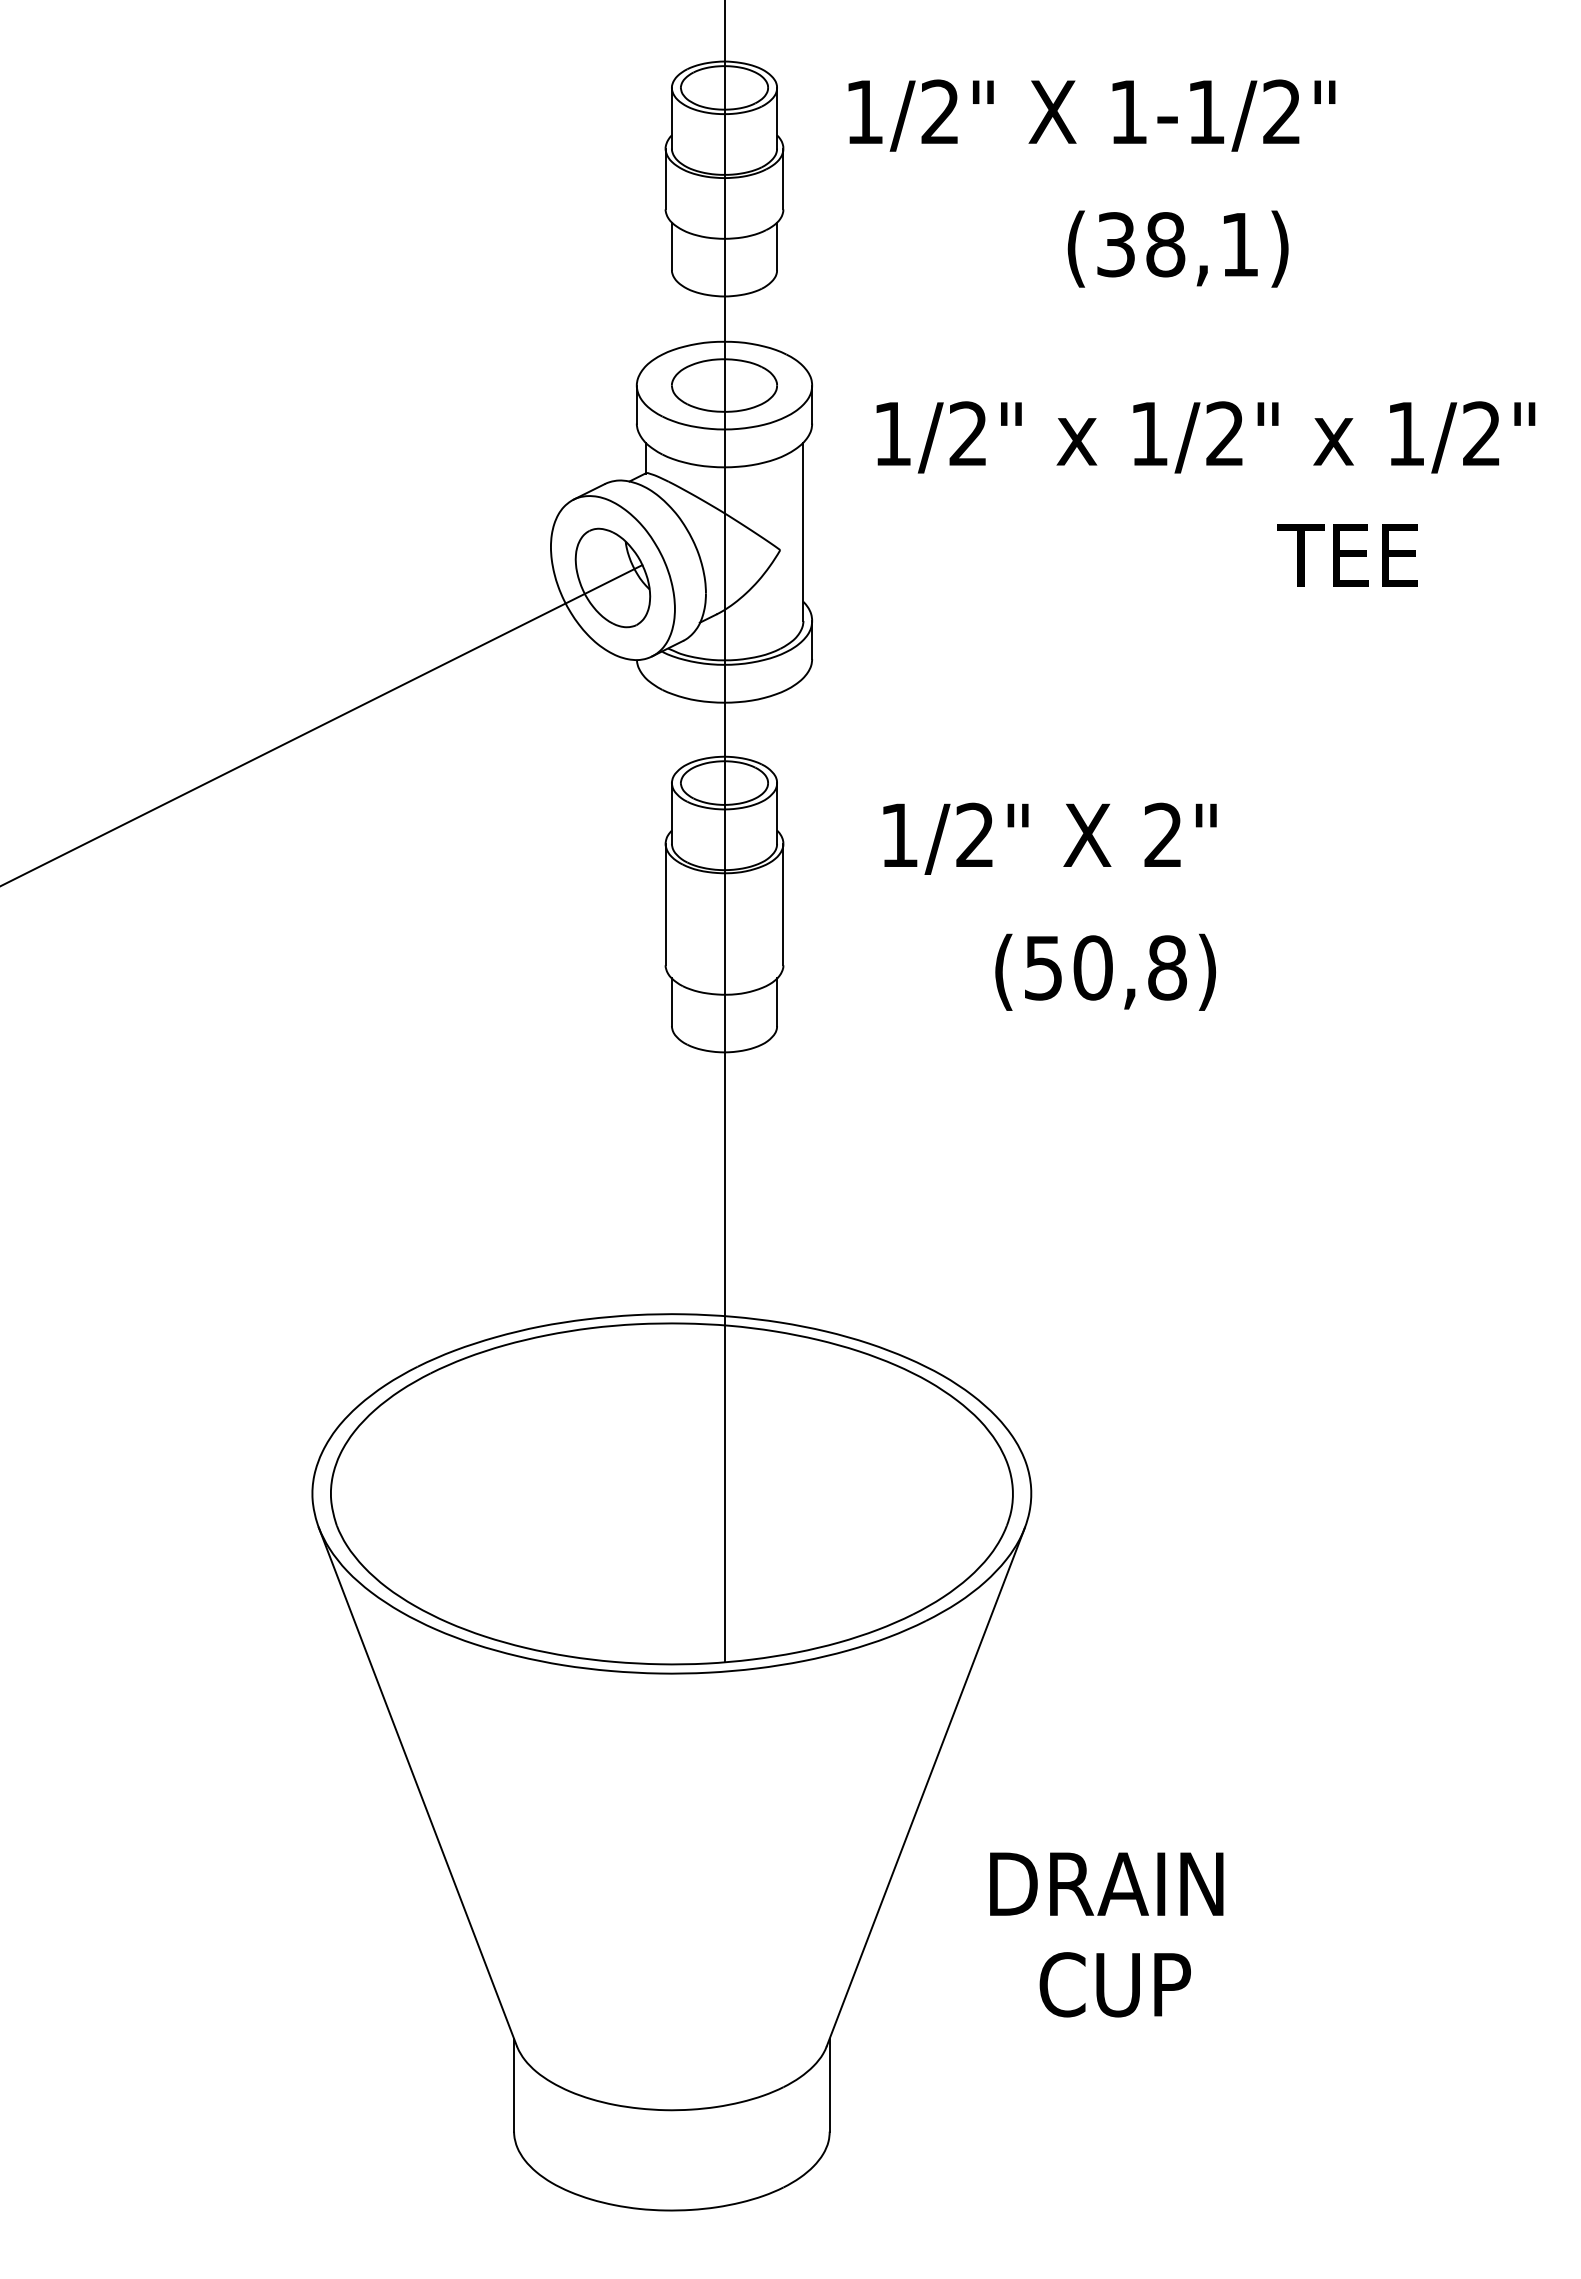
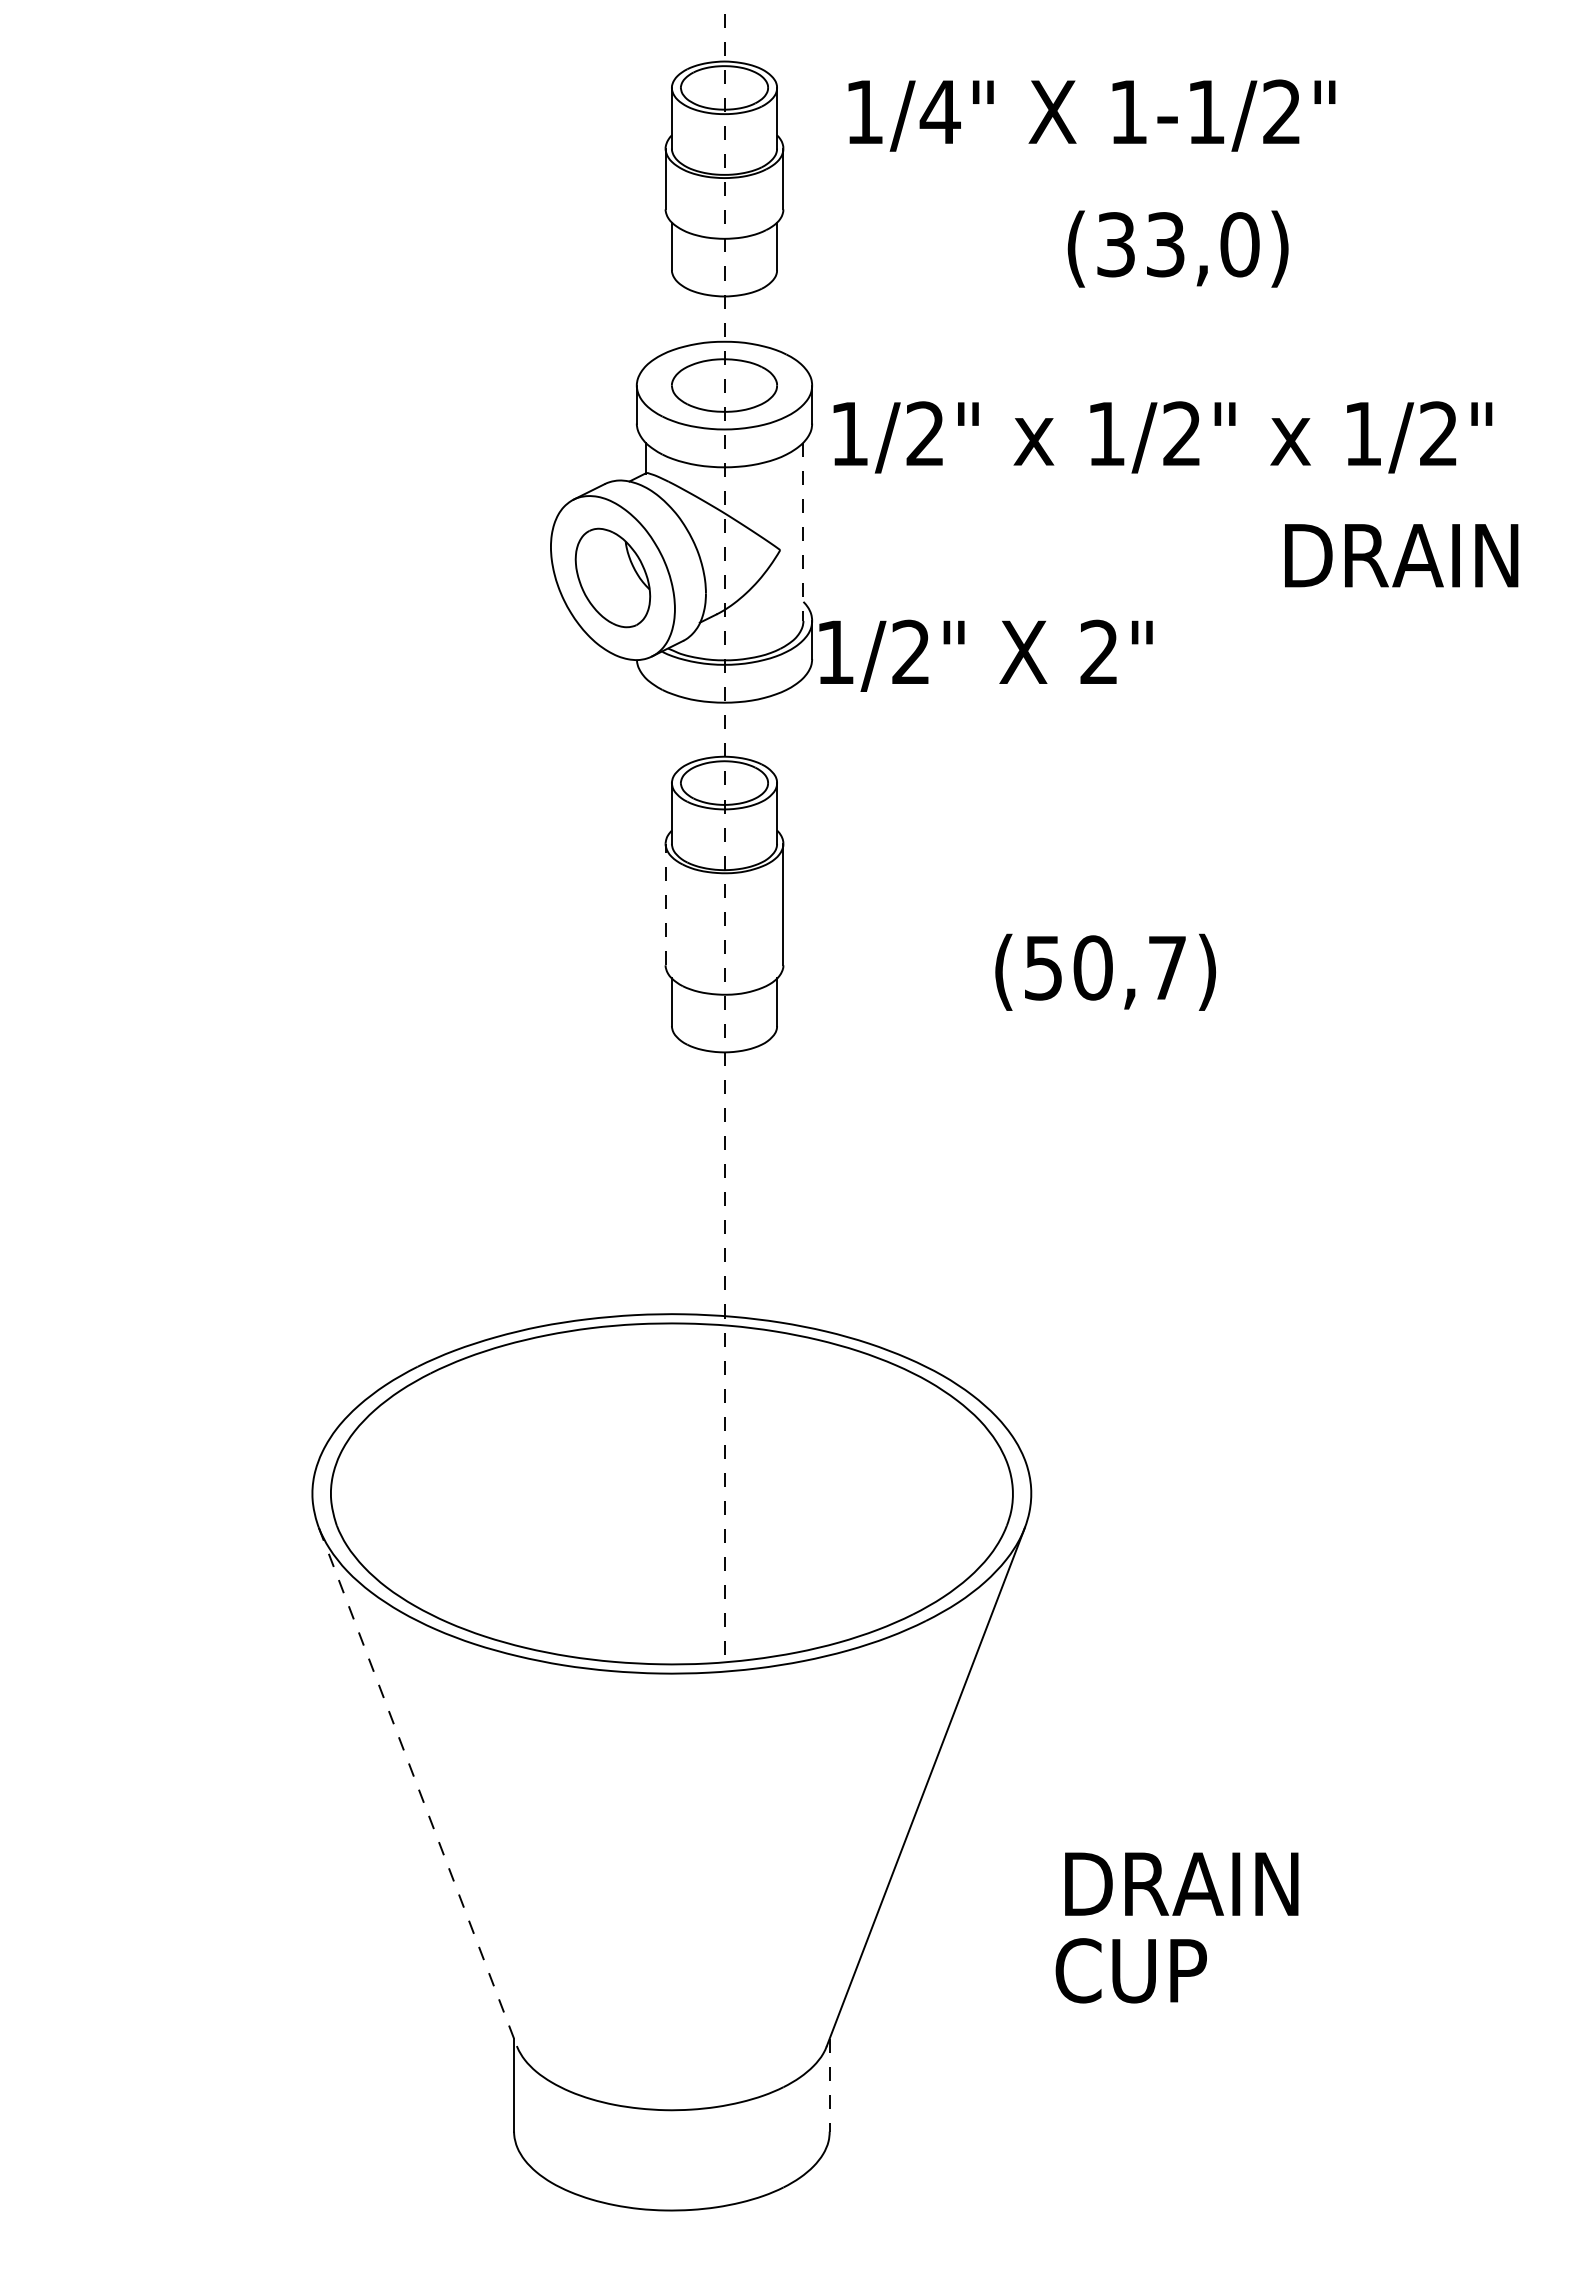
text at (939, 111): 1/2" -> 1/4"
text at (1202, 244): (38,1) -> (33,0)
text at (1205, 437) position: (1205, 437) -> (1162, 437)
line at (803, 532): solid -> dashed
text at (1397, 555): TEE -> DRAIN
line at (322, 725): present -> none
line at (725, 831): solid -> dashed
text at (1049, 838) position: (1049, 838) -> (985, 655)
line at (665, 904): solid -> dashed
text at (1167, 967): (50,8) -> (50,7)
line at (418, 1787): solid -> dashed
text at (1106, 1883) position: (1106, 1883) -> (1181, 1883)
text at (1114, 1984) position: (1114, 1984) -> (1130, 1970)
line at (829, 2085): solid -> dashed
